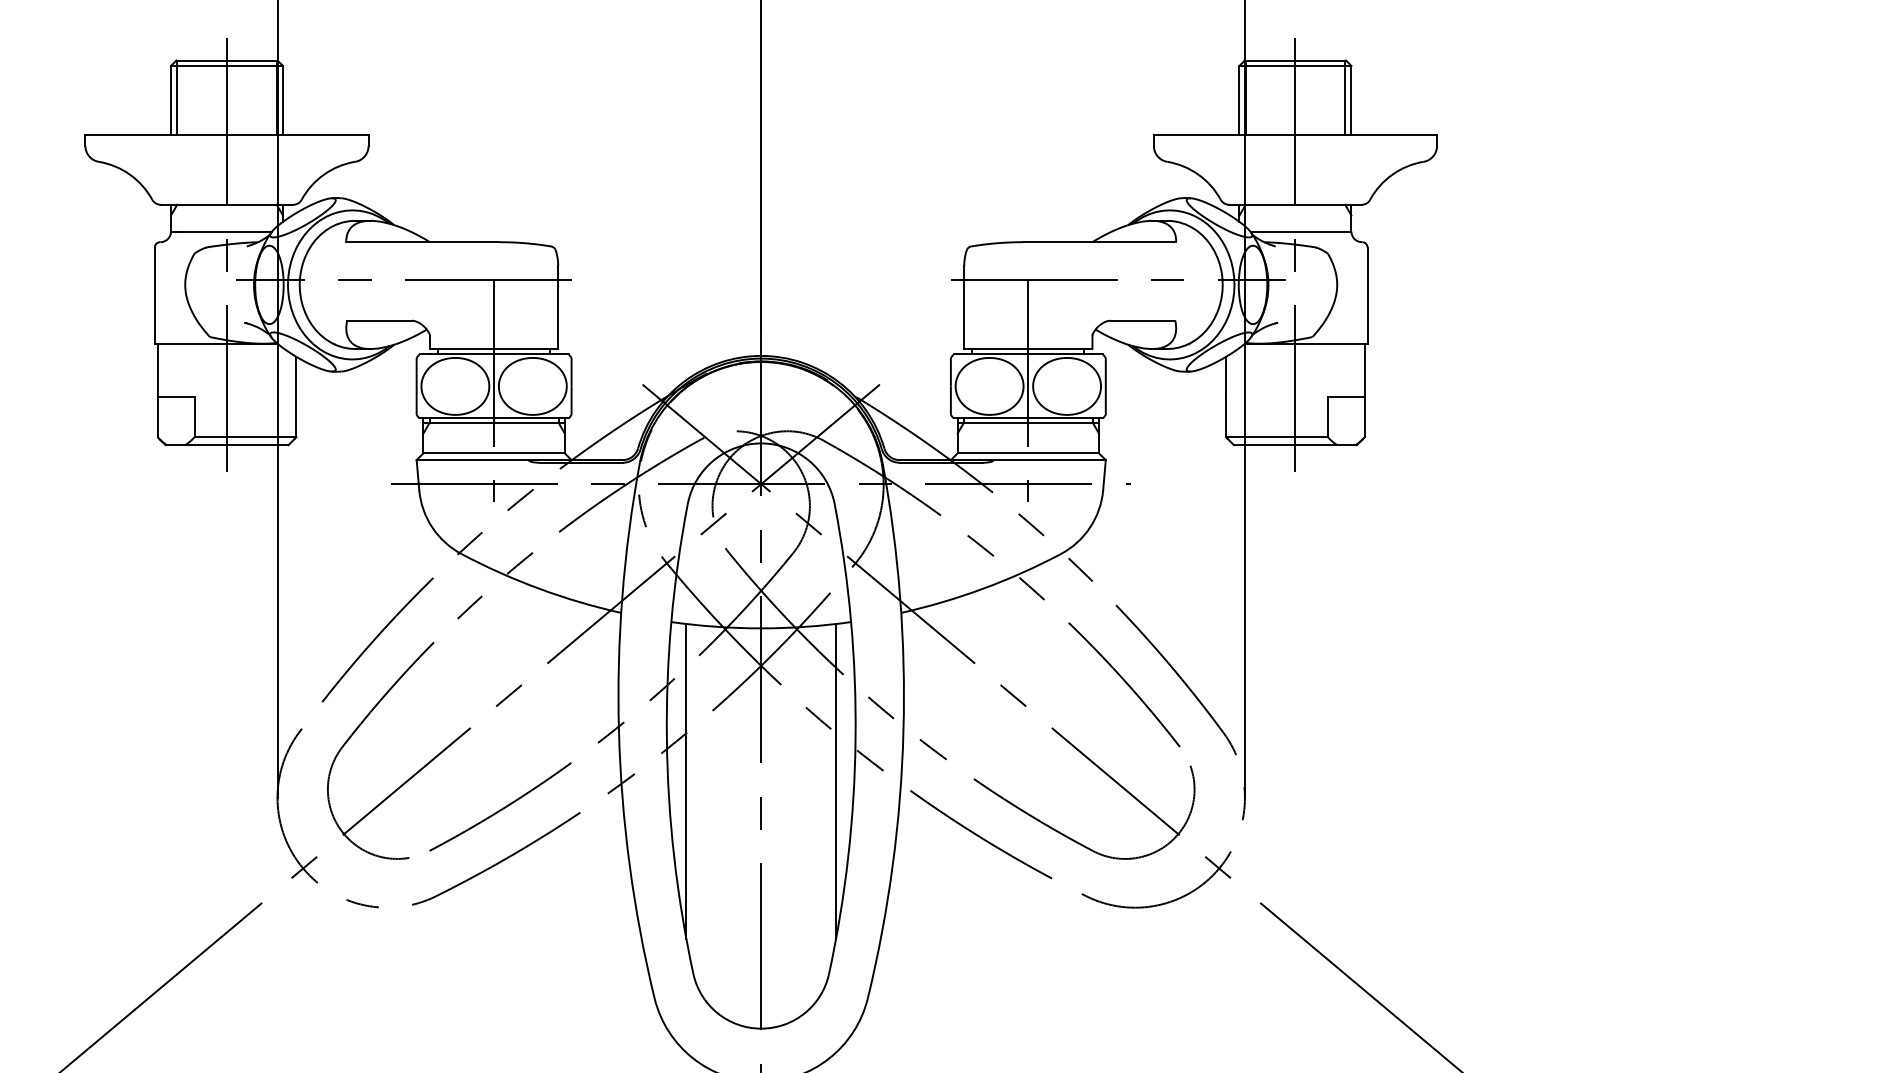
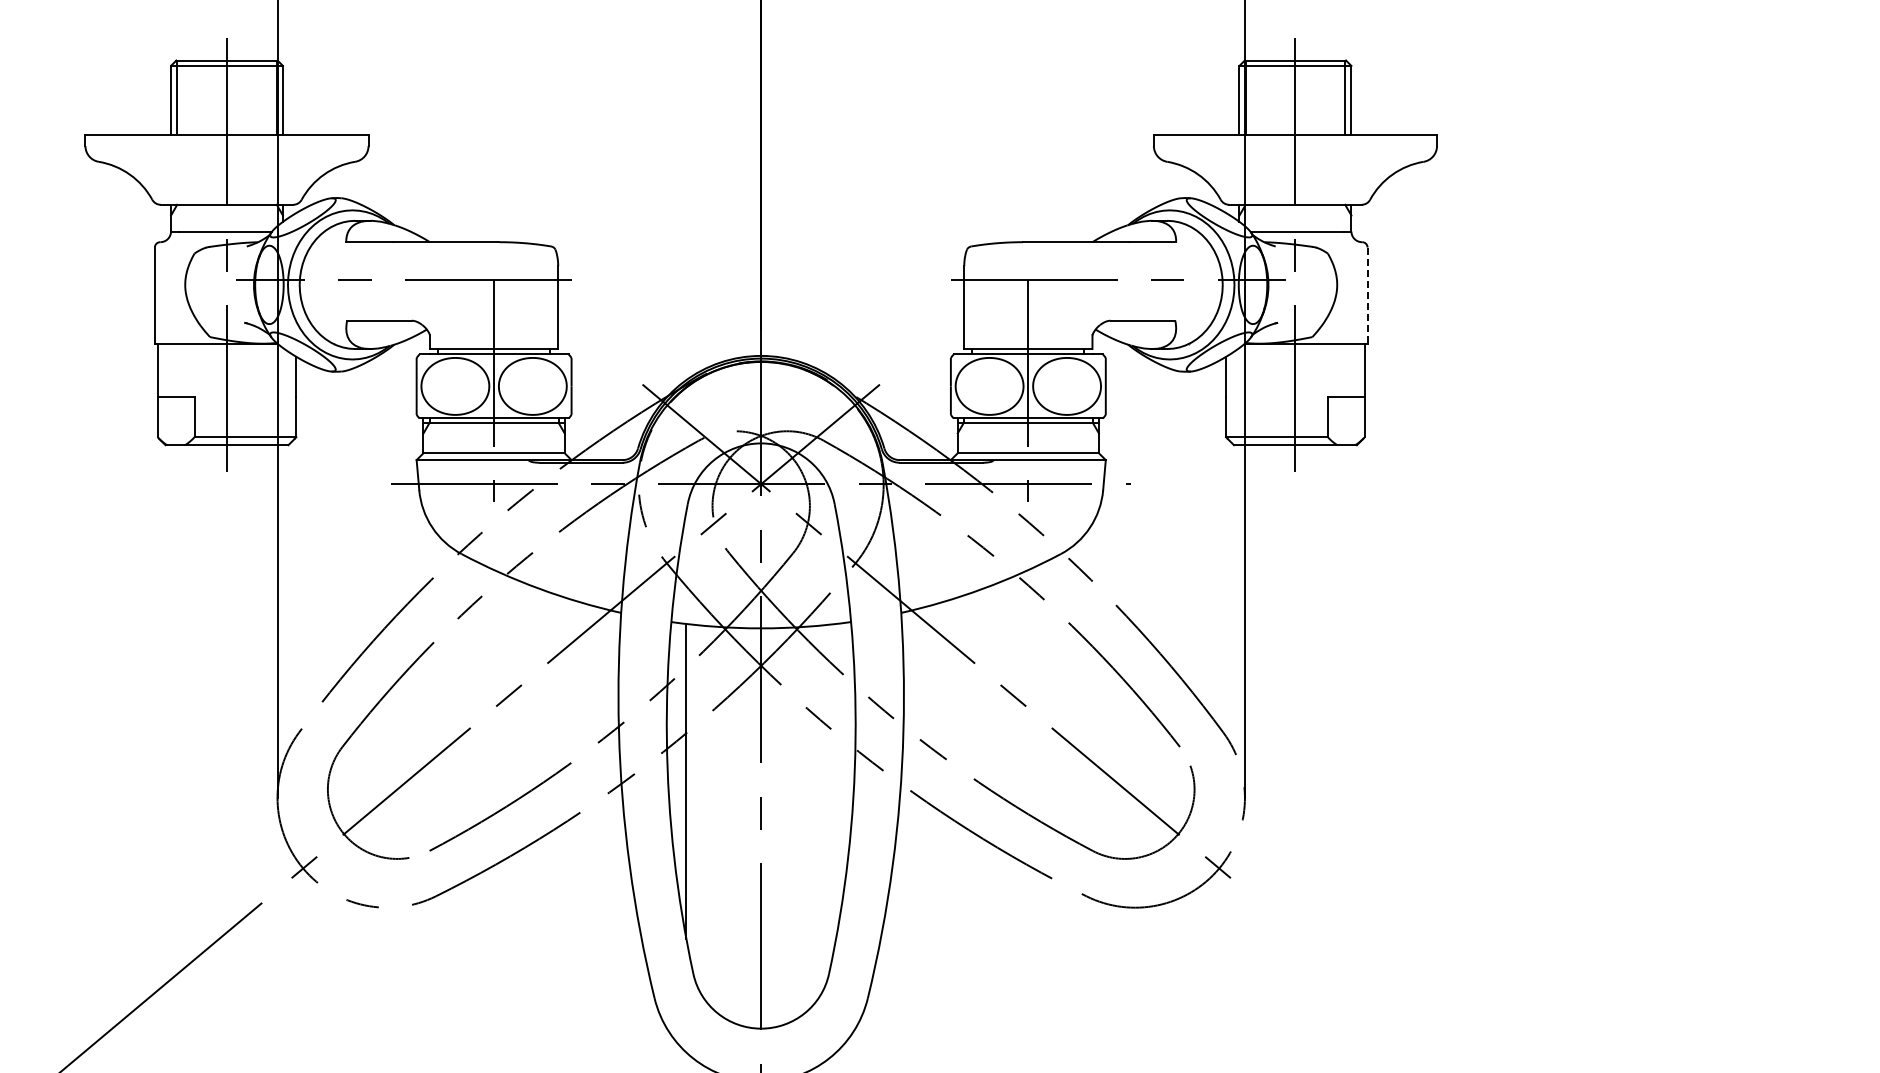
line at (1367, 296): solid -> dashed
line at (836, 781): present -> none
line at (1359, 986): present -> none
